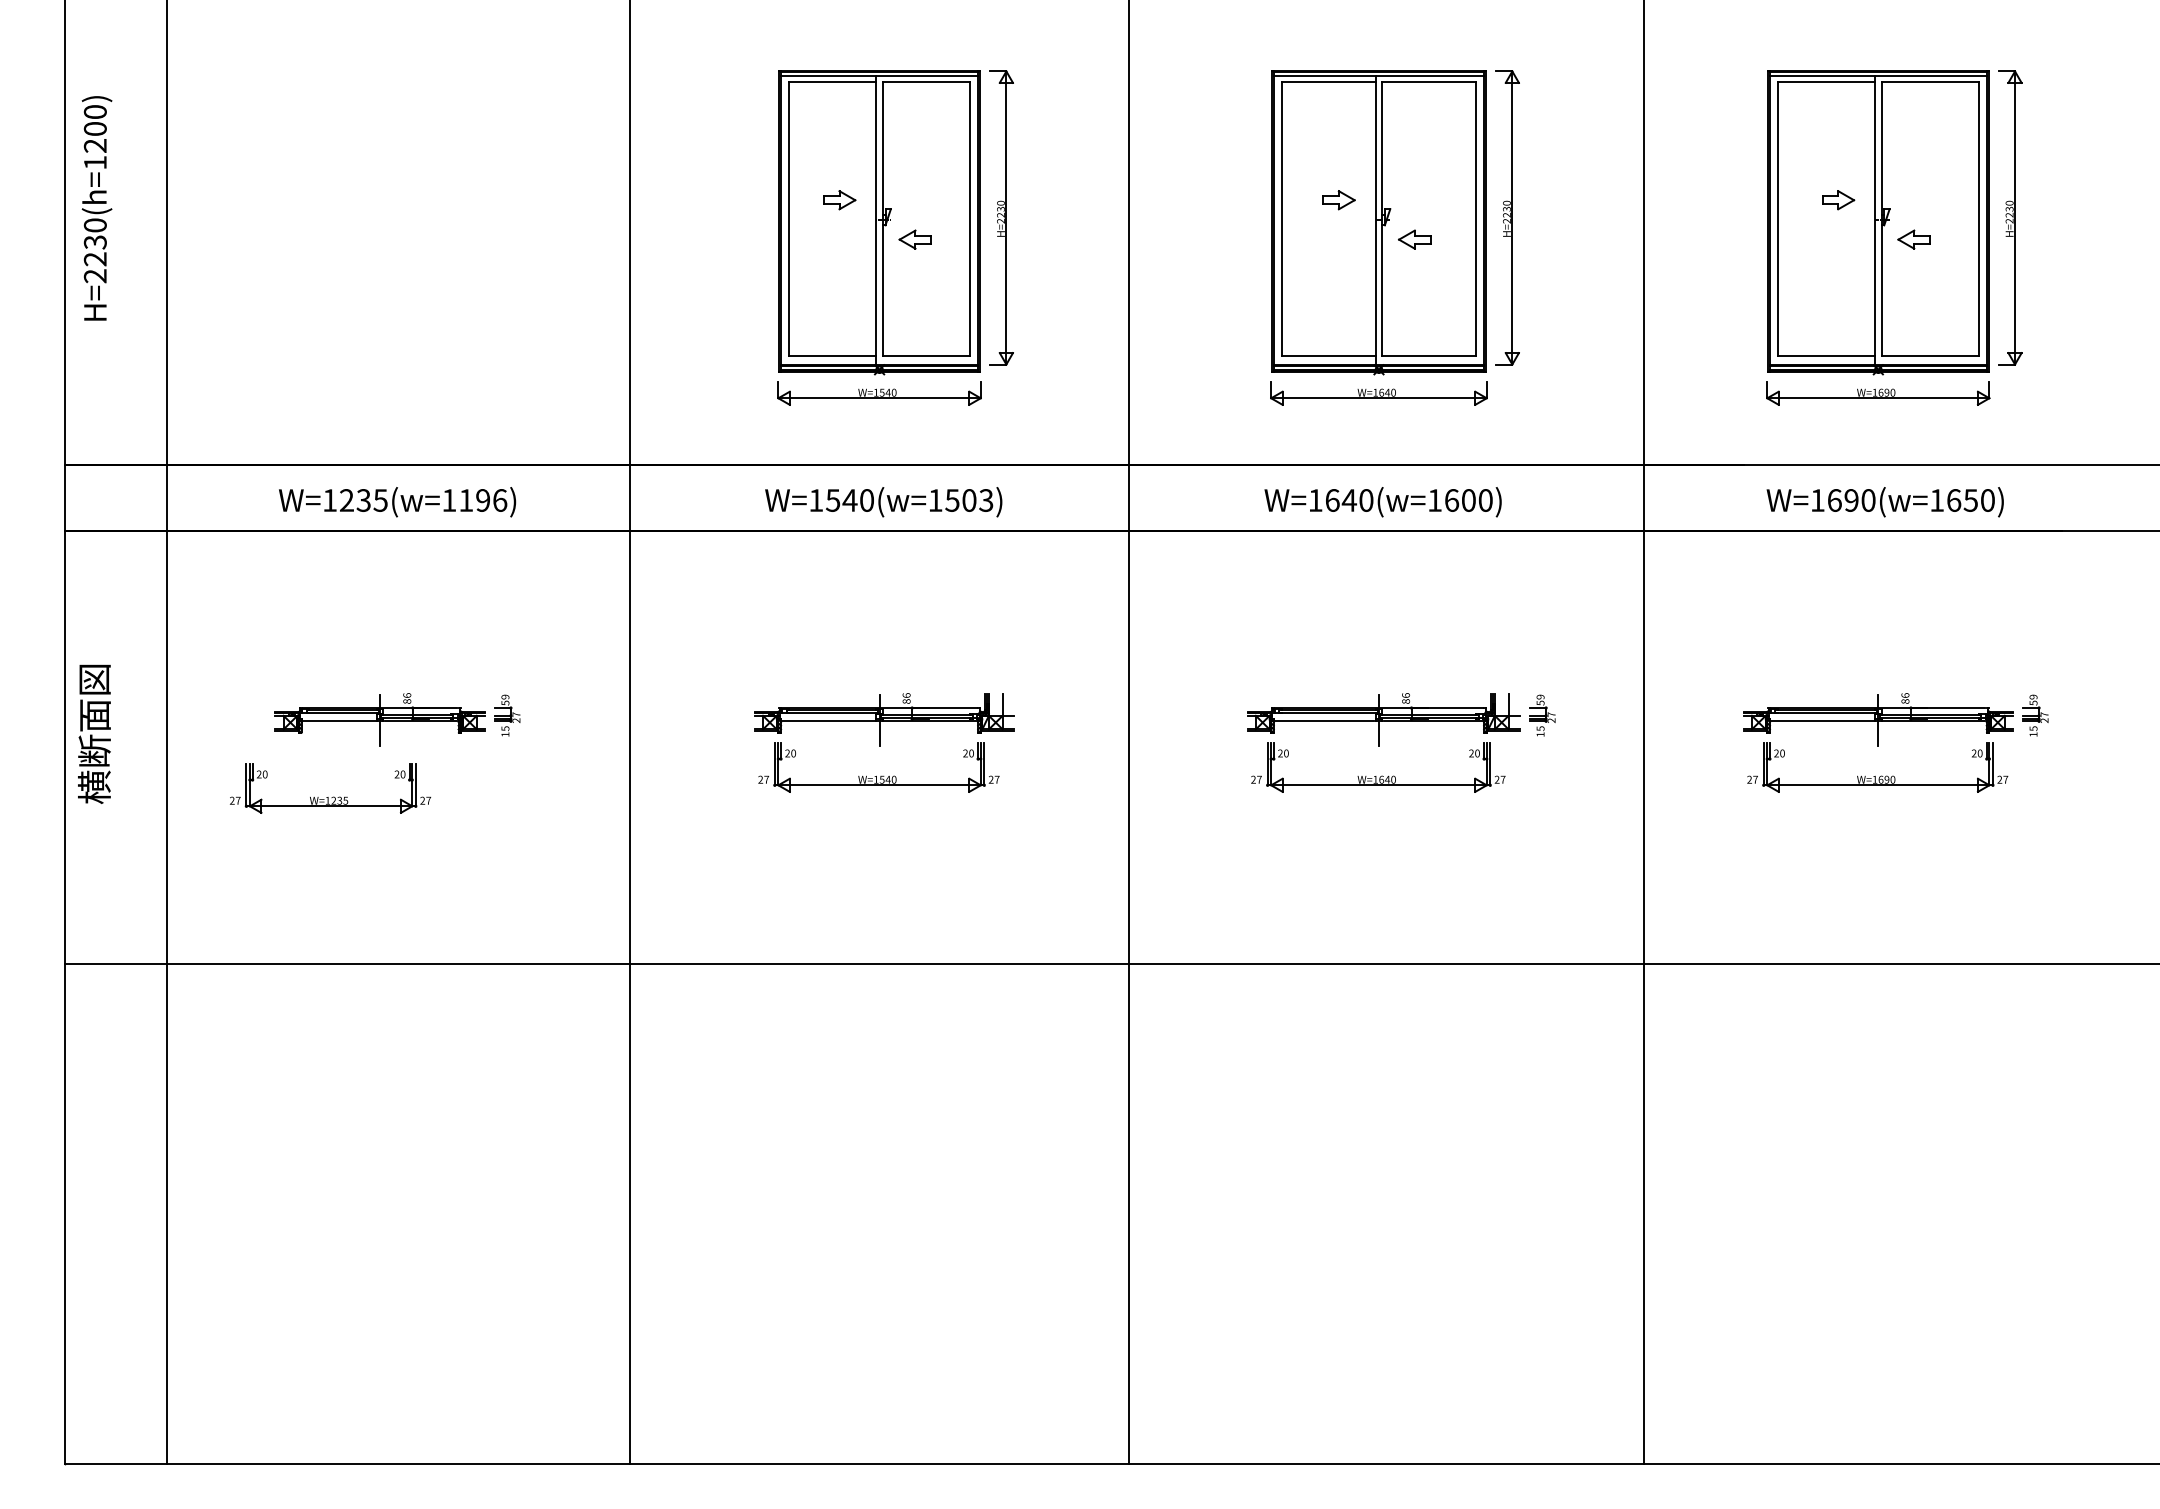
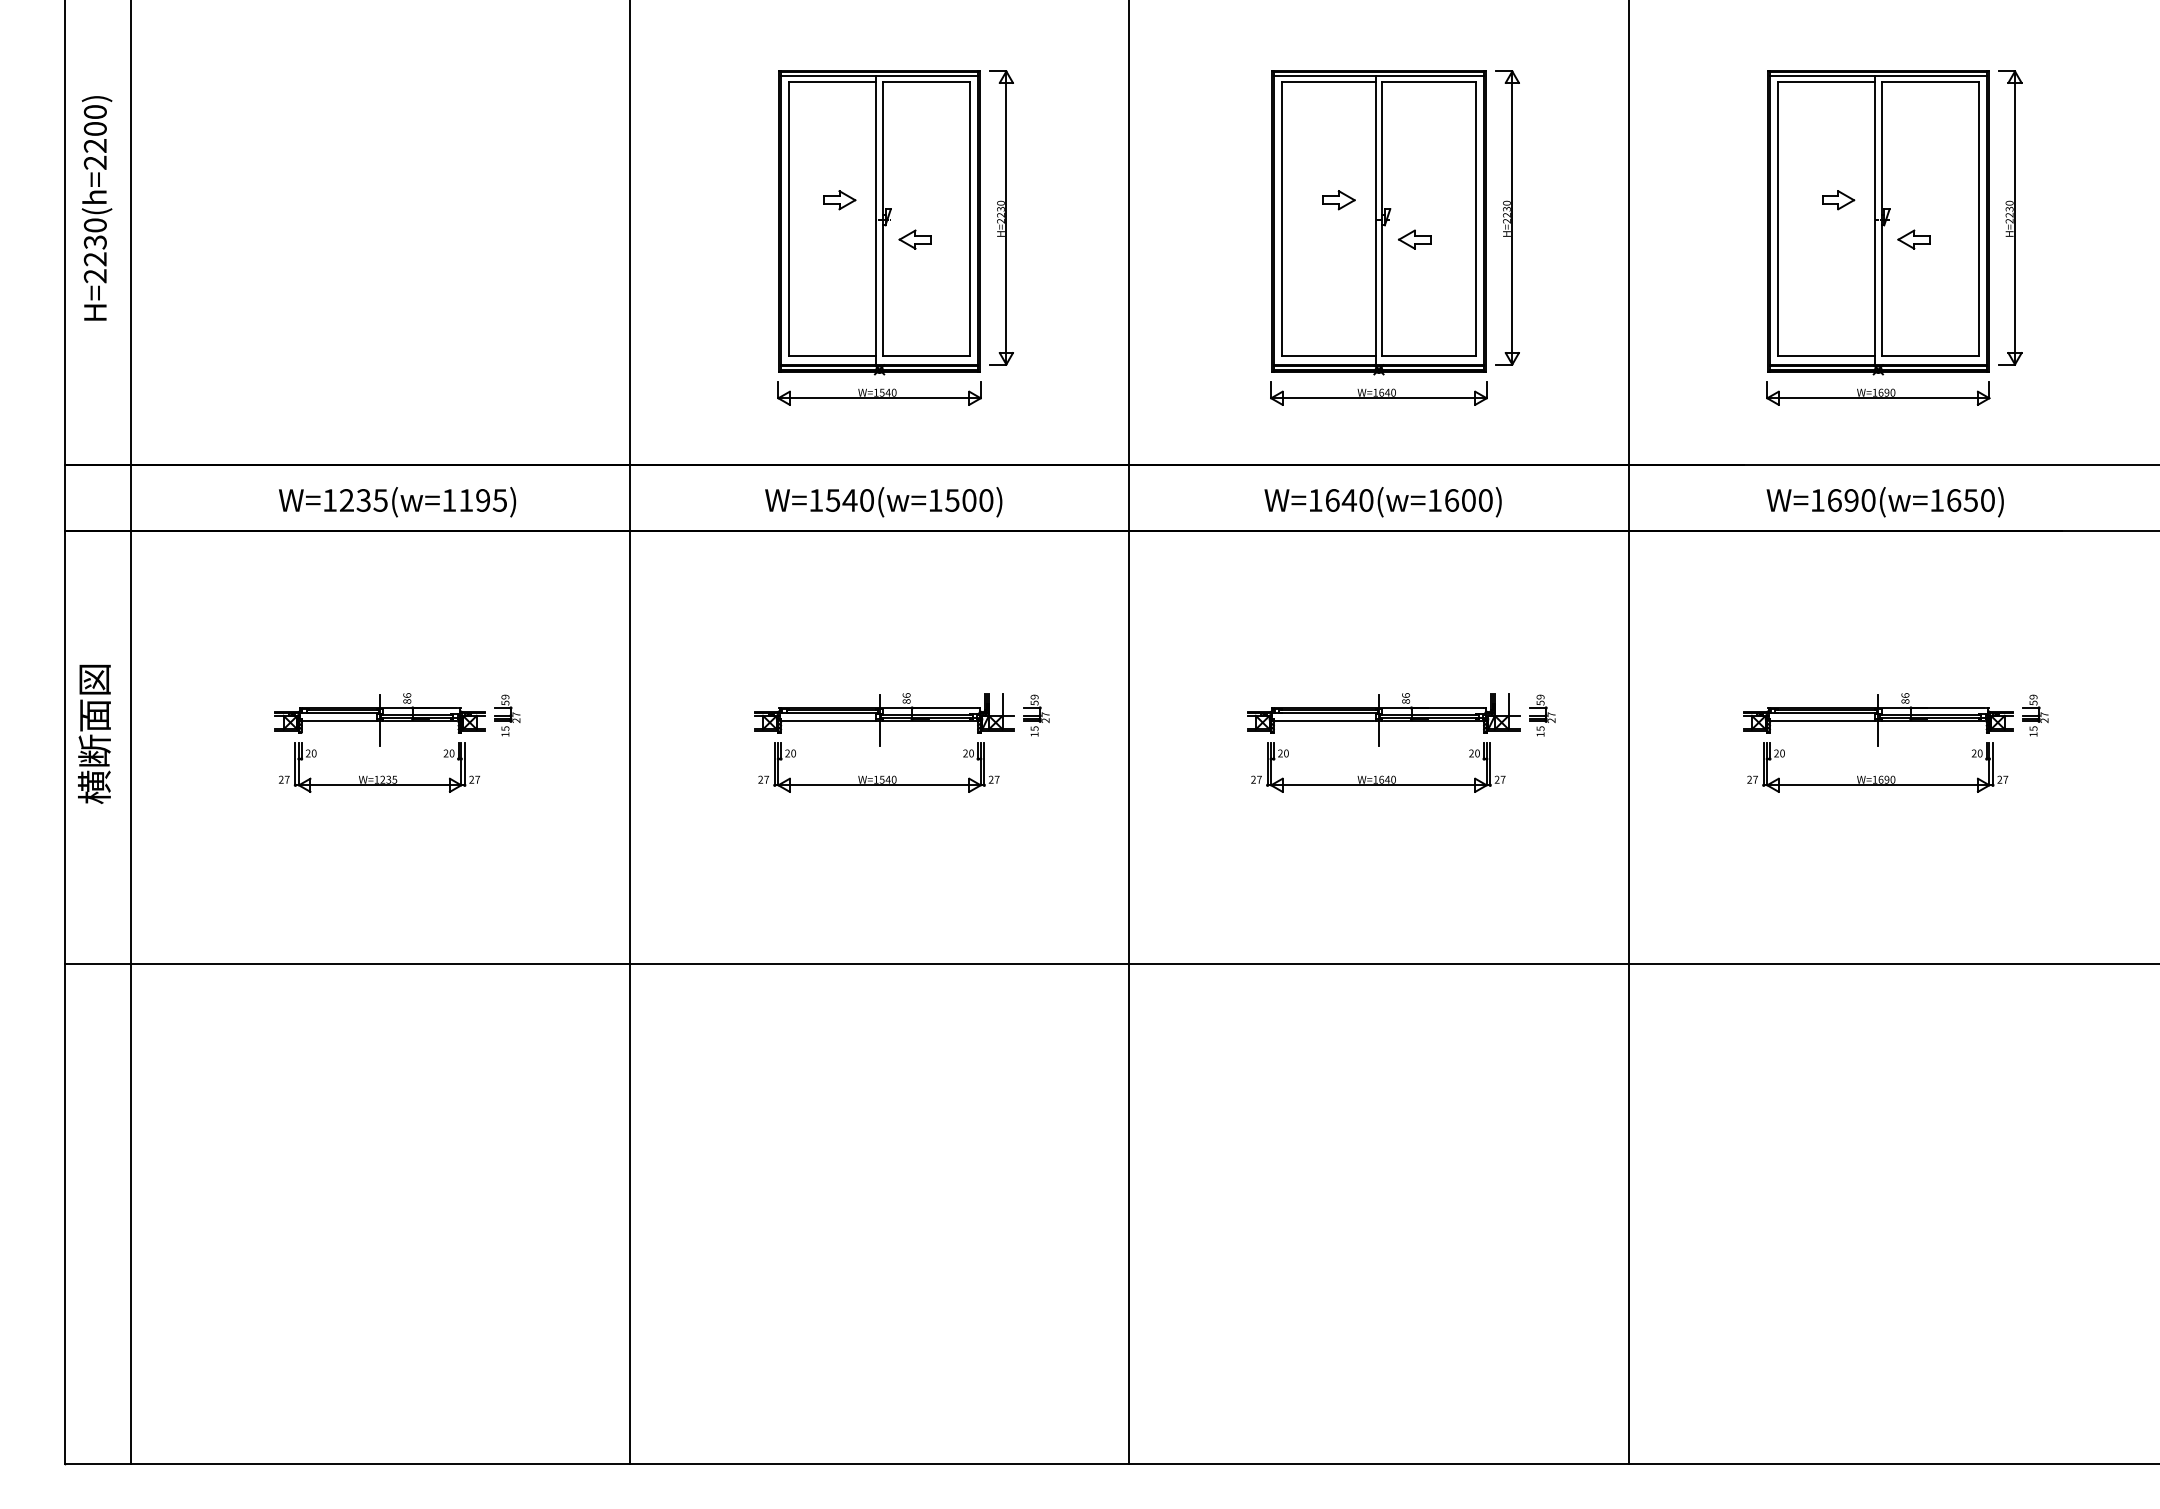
text at (94, 162): H=2230(h=1200) -> H=2230(h=2200)
text at (499, 500): W=1235(w=1196) -> W=1235(w=1195)
text at (986, 500): W=1540(w=1503) -> W=1540(w=1500)
part at (1036, 715): none -> present
line at (166, 732) position: (166, 732) -> (130, 732)
line at (1643, 732) position: (1643, 732) -> (1628, 732)
part at (333, 796) position: (333, 796) -> (382, 775)
